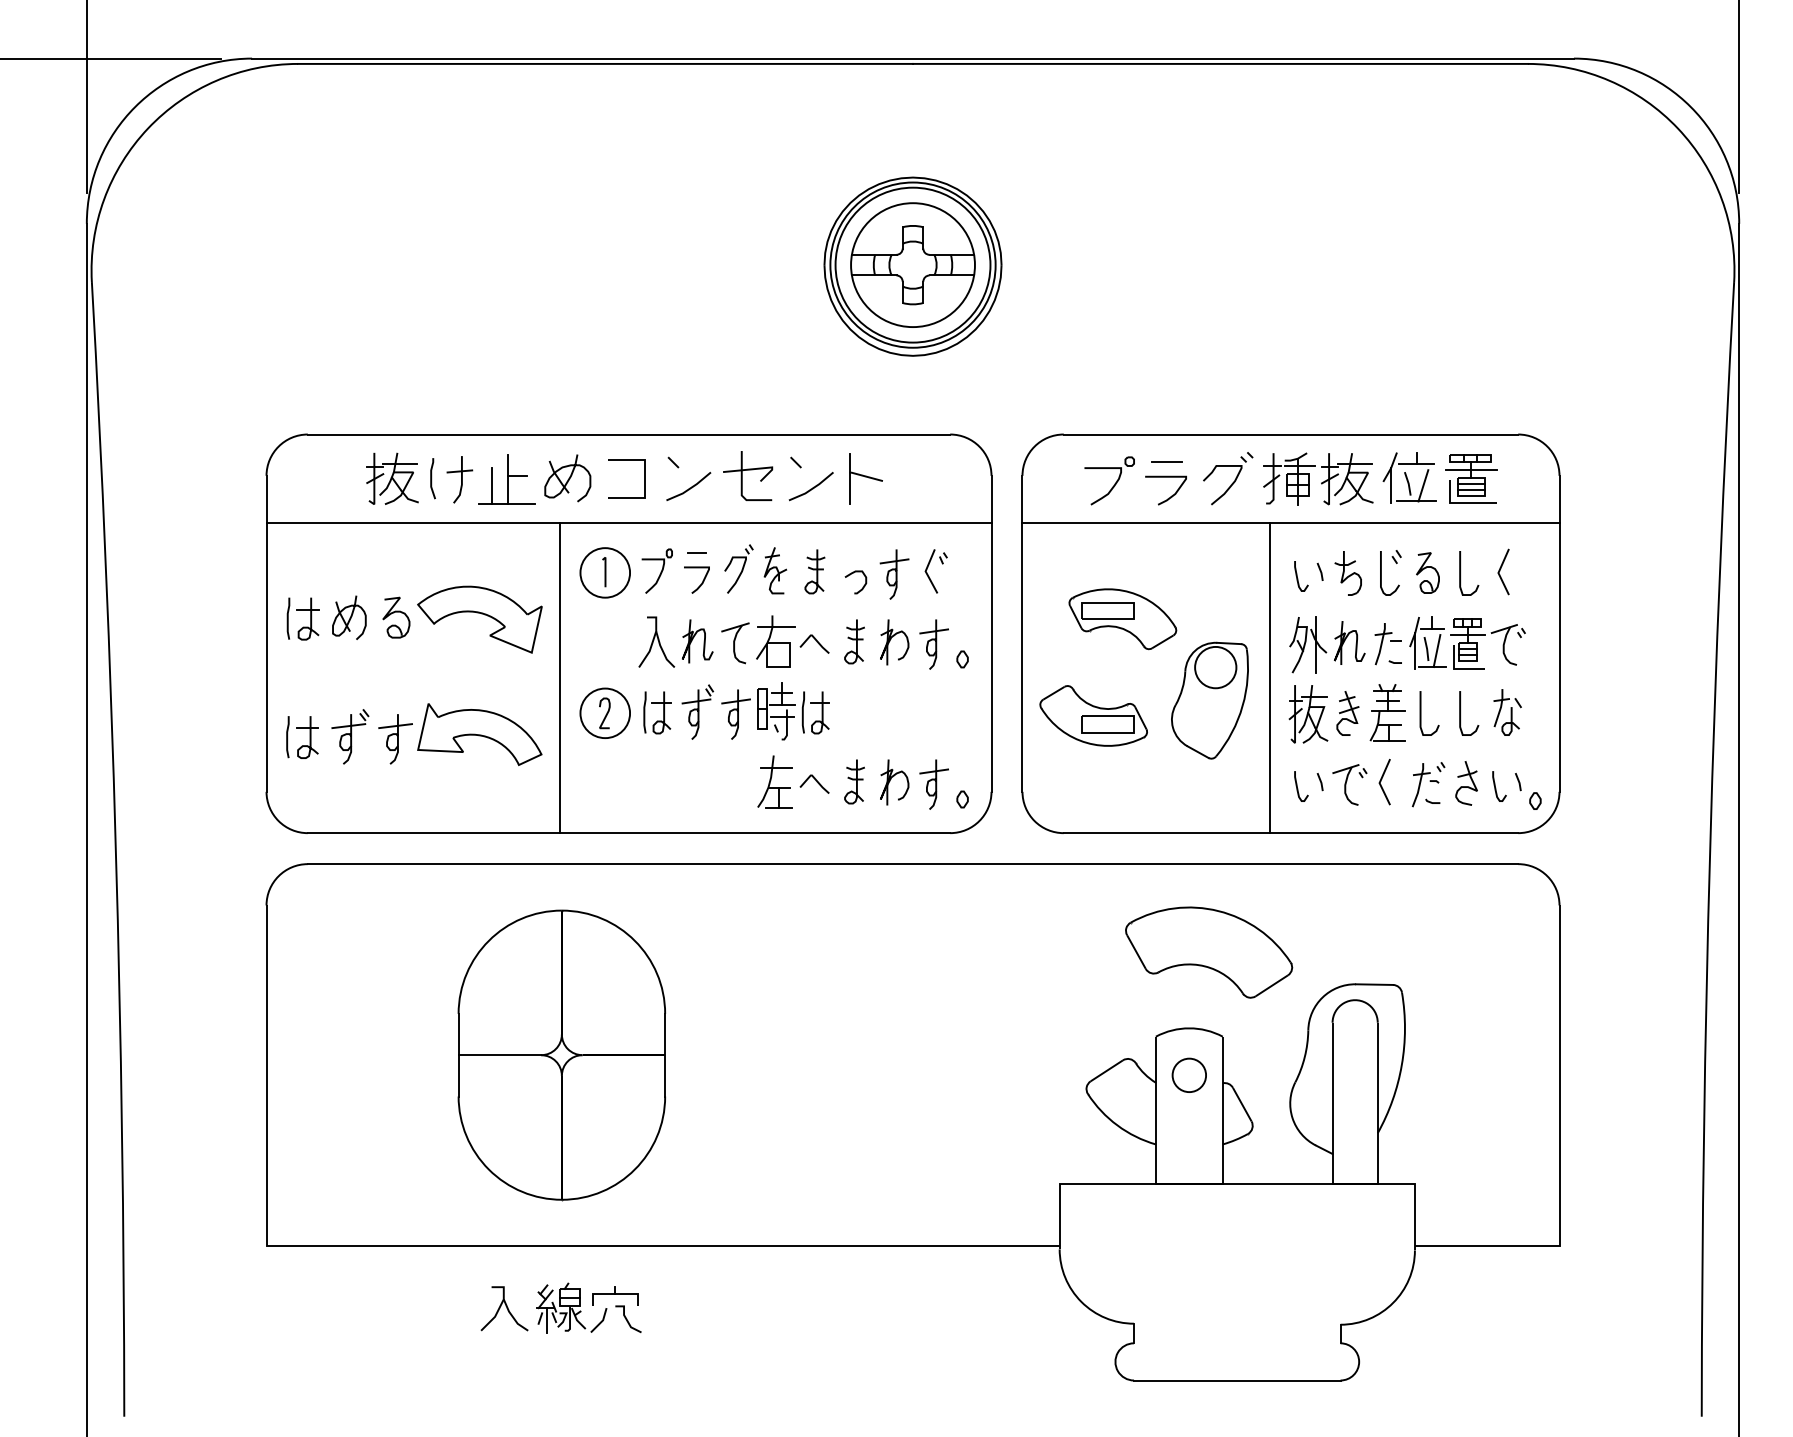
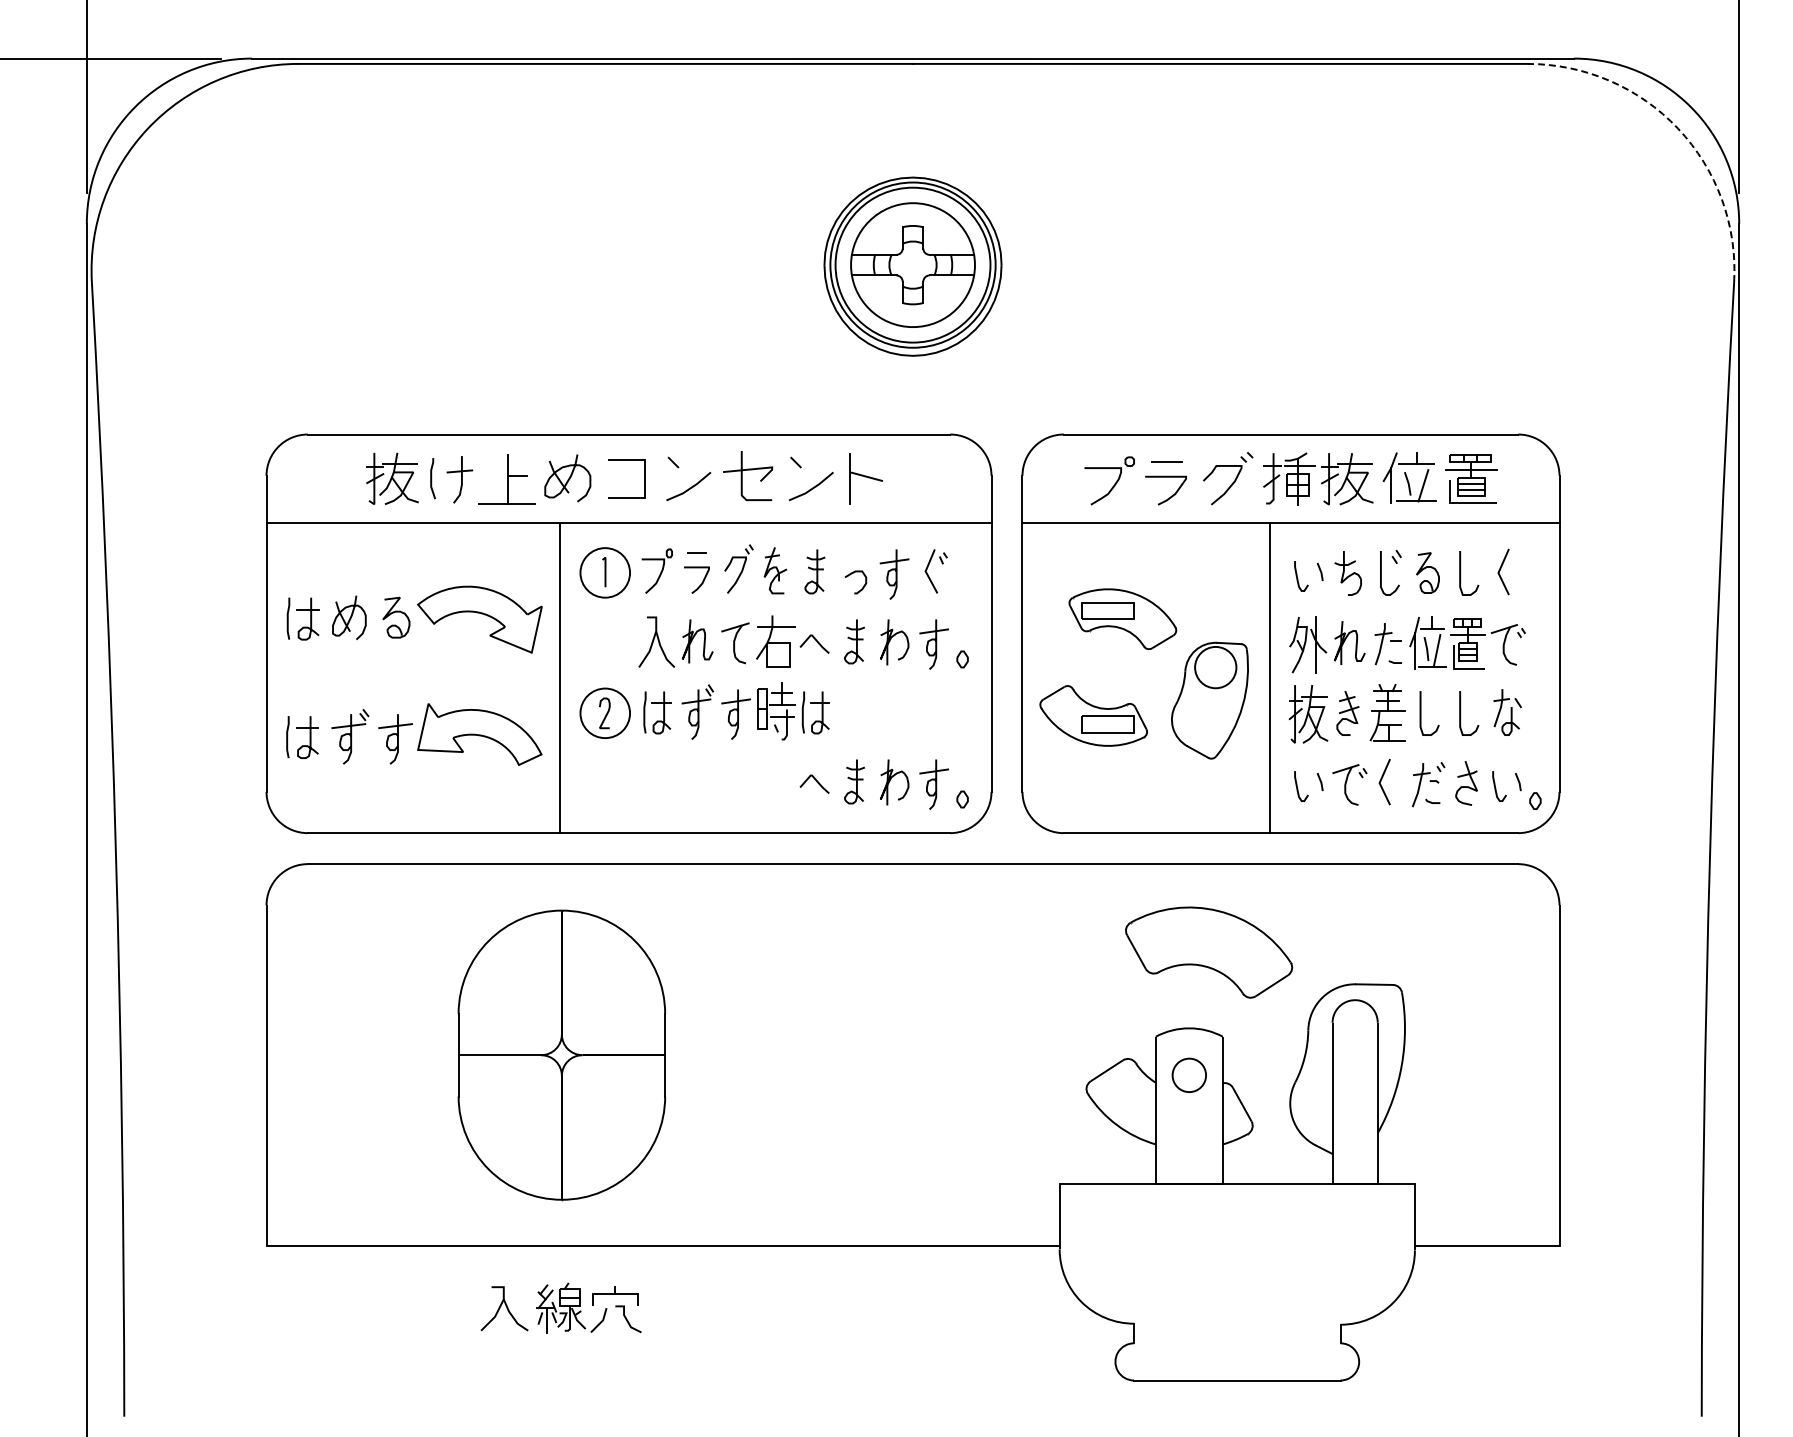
arc at (1678, 128): solid -> dashed
line at (492, 485): present -> none
part at (774, 781): present -> none
